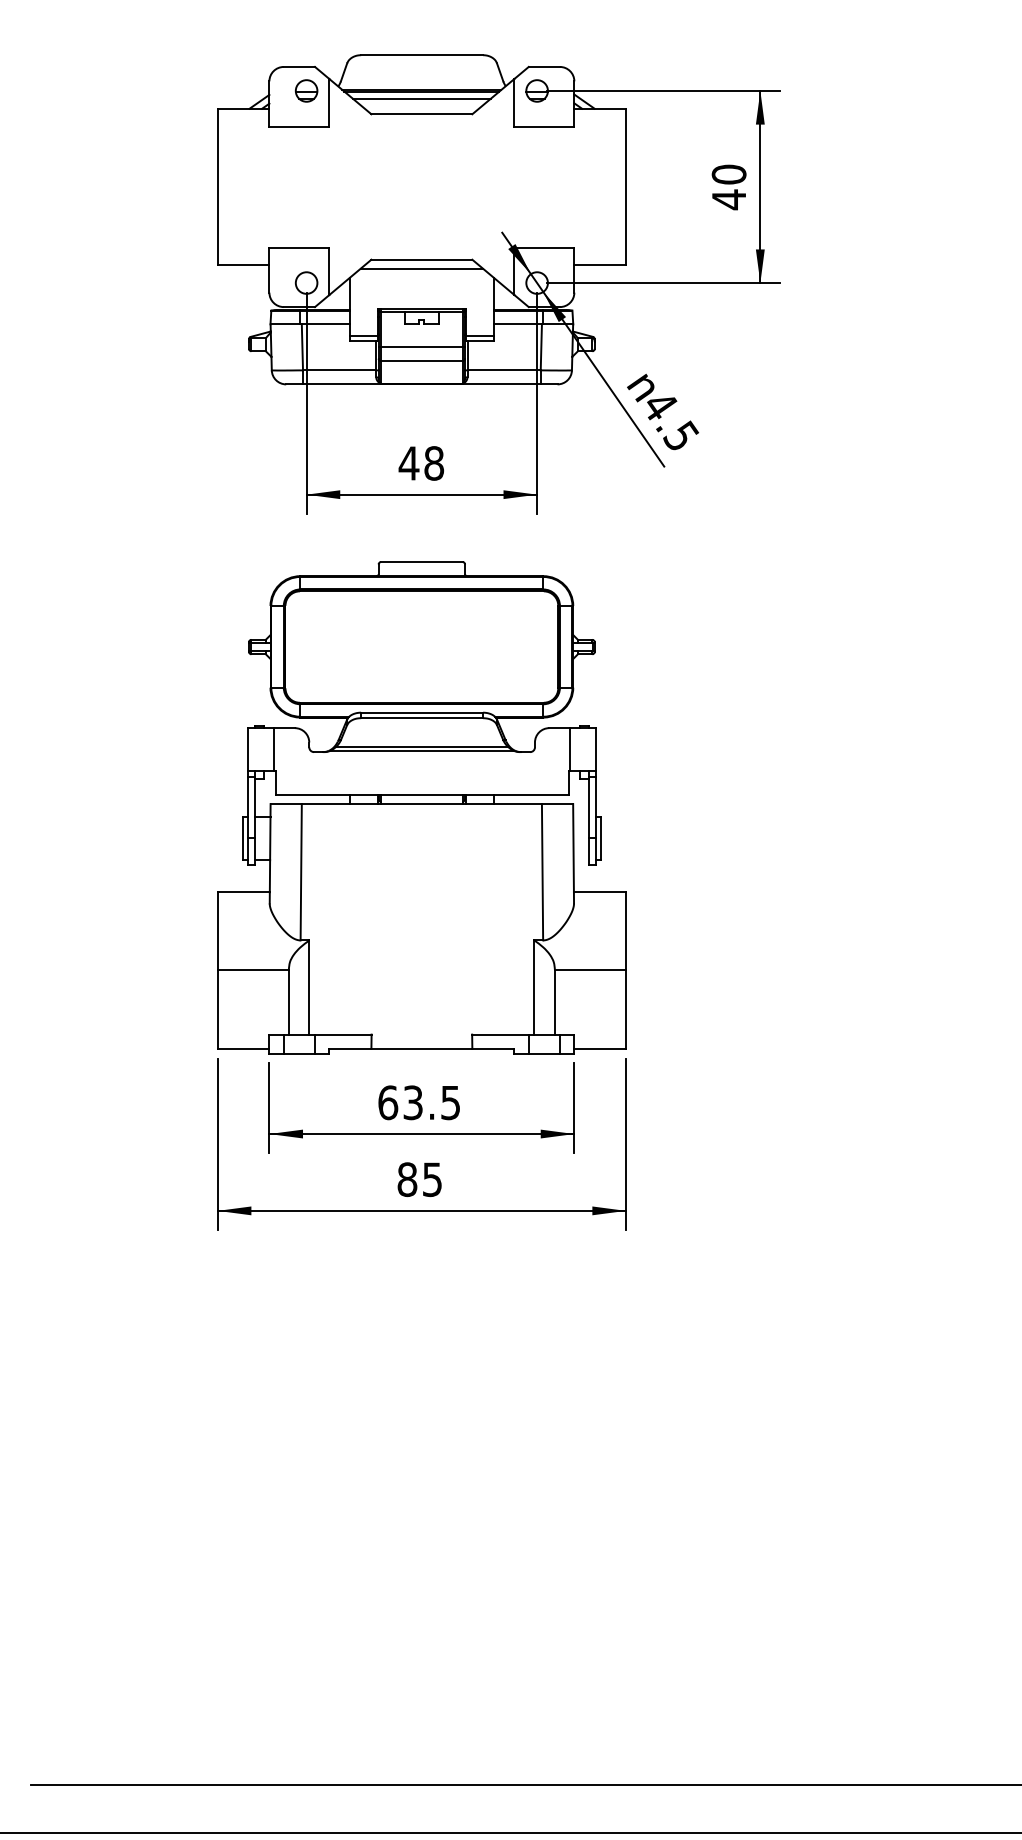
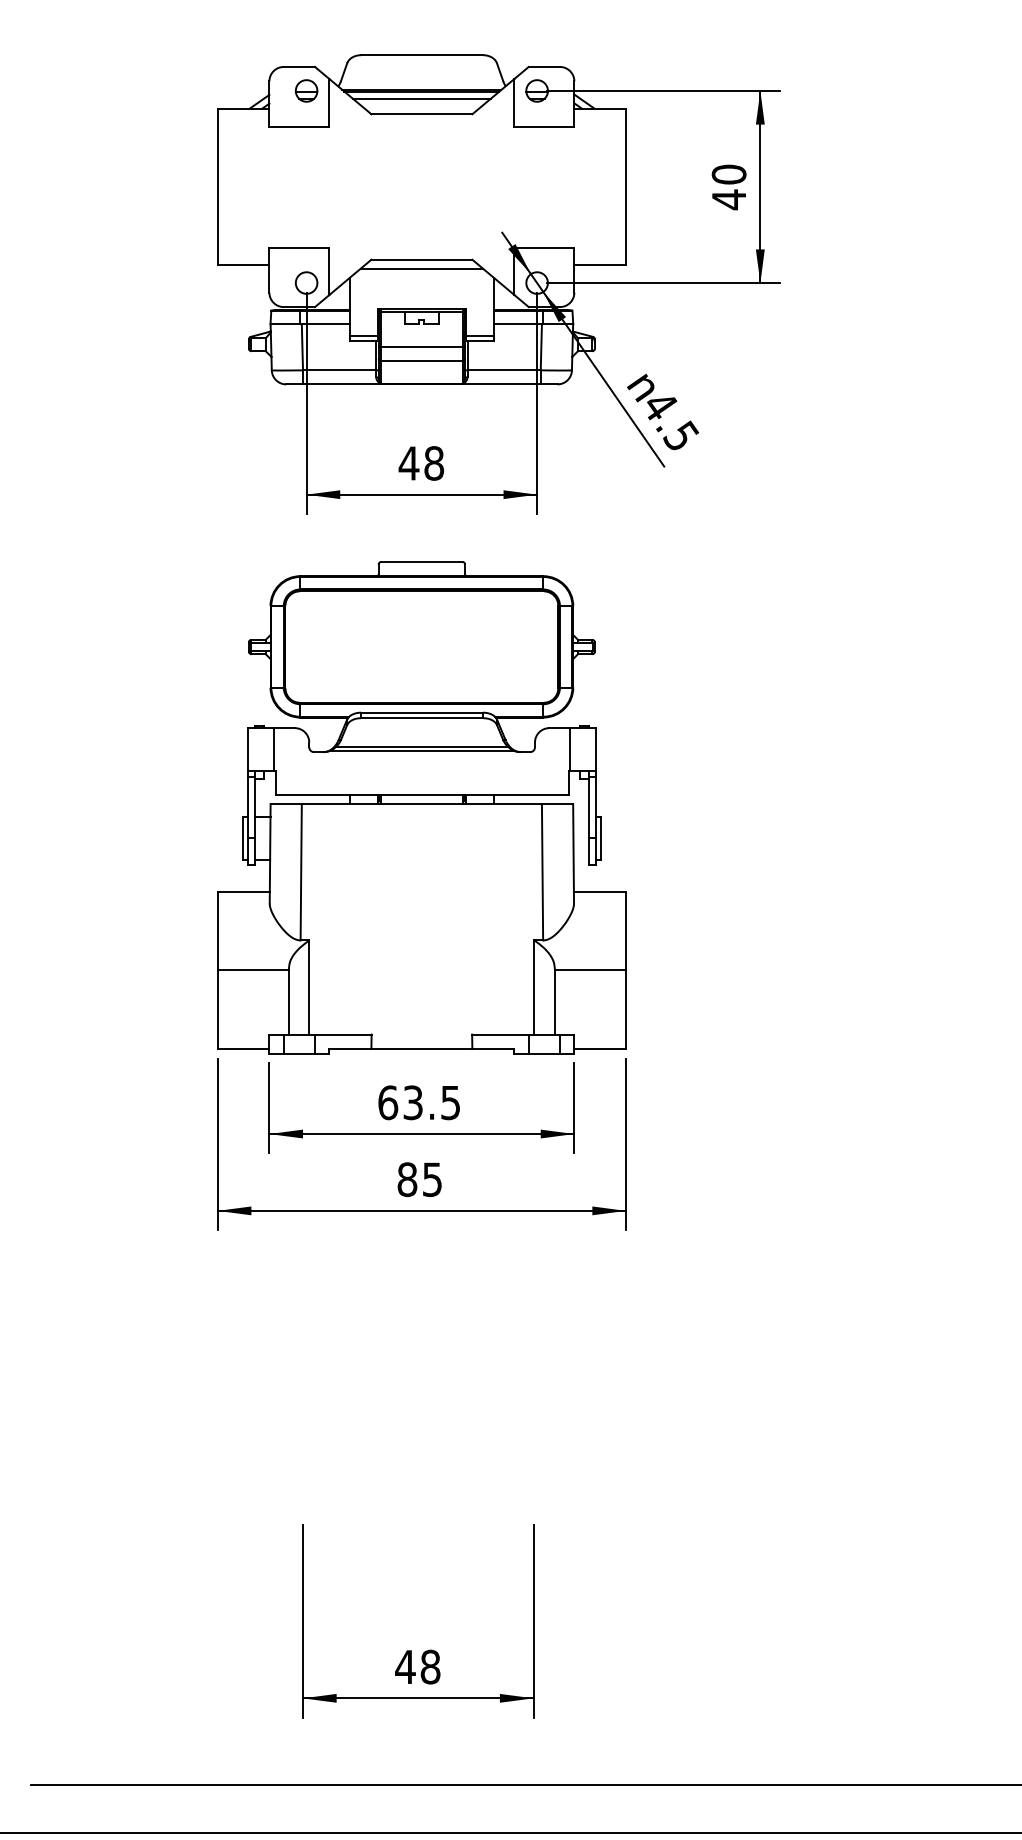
part at (411, 1650): none -> present
